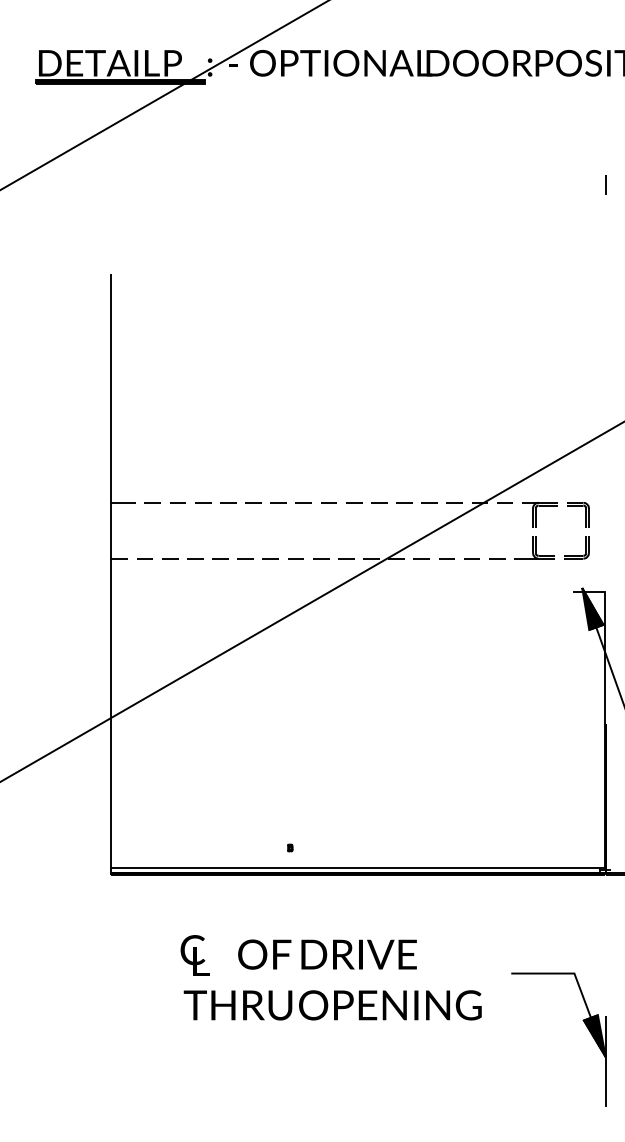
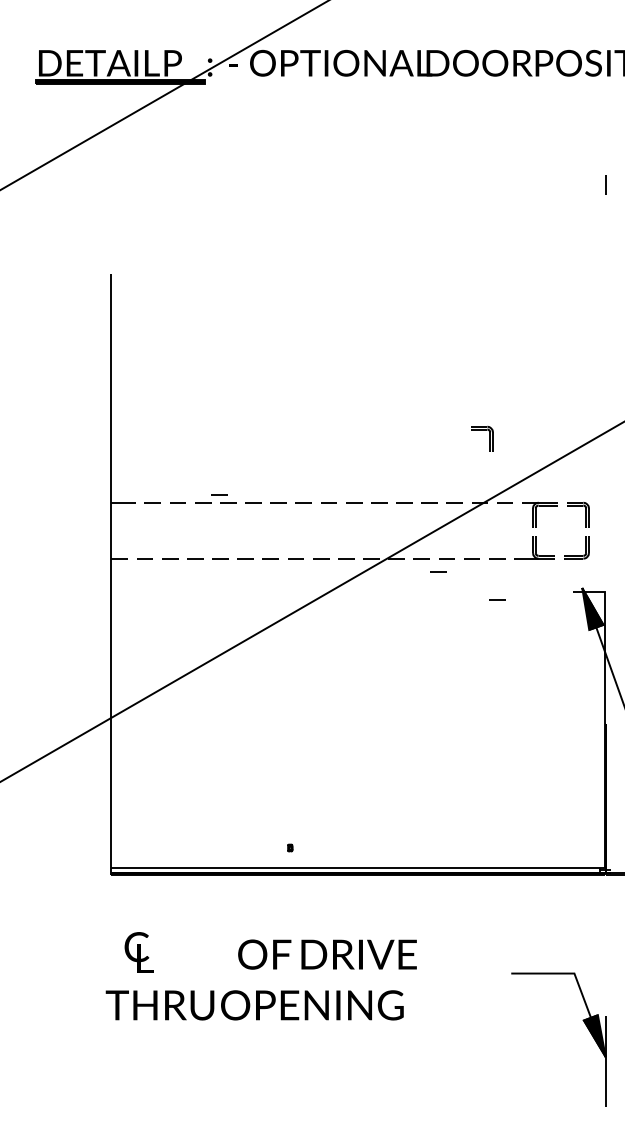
part at (489, 438): none -> present
line at (219, 494): none -> present
line at (438, 571): none -> present
line at (497, 599): none -> present
text at (194, 955) position: (194, 955) -> (138, 952)
text at (332, 1005) position: (332, 1005) -> (254, 1005)
